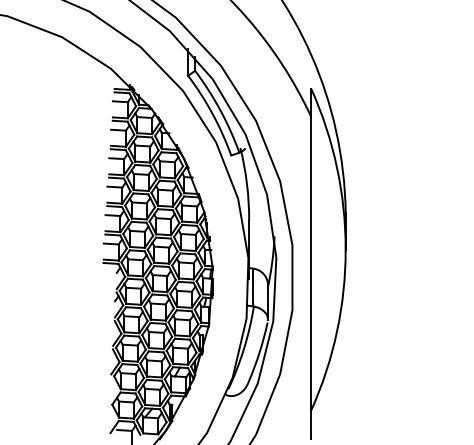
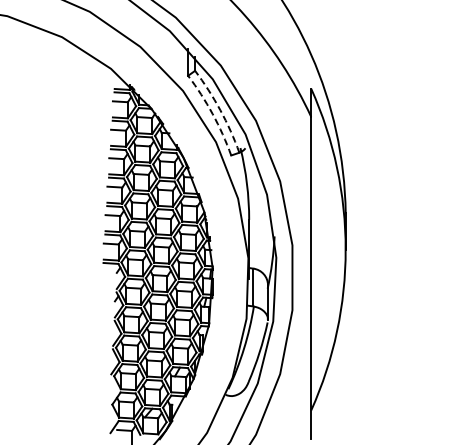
arc at (220, 110): solid -> dashed
arc at (212, 114): solid -> dashed
